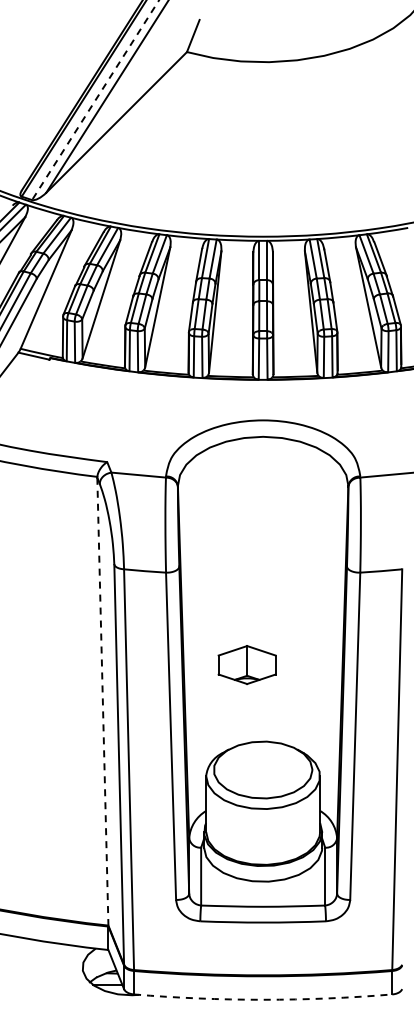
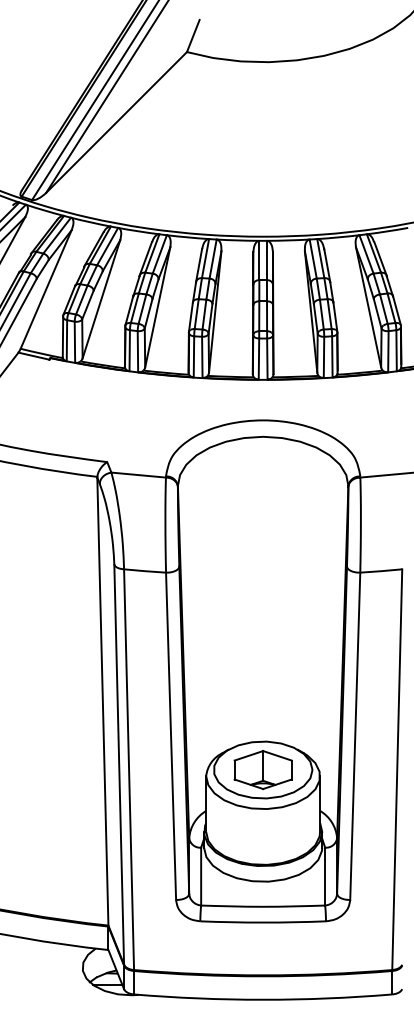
line at (95, 100): dashed -> solid
part at (246, 664) position: (246, 664) -> (262, 769)
line at (102, 701): dashed -> solid
arc at (263, 999): dashed -> solid
